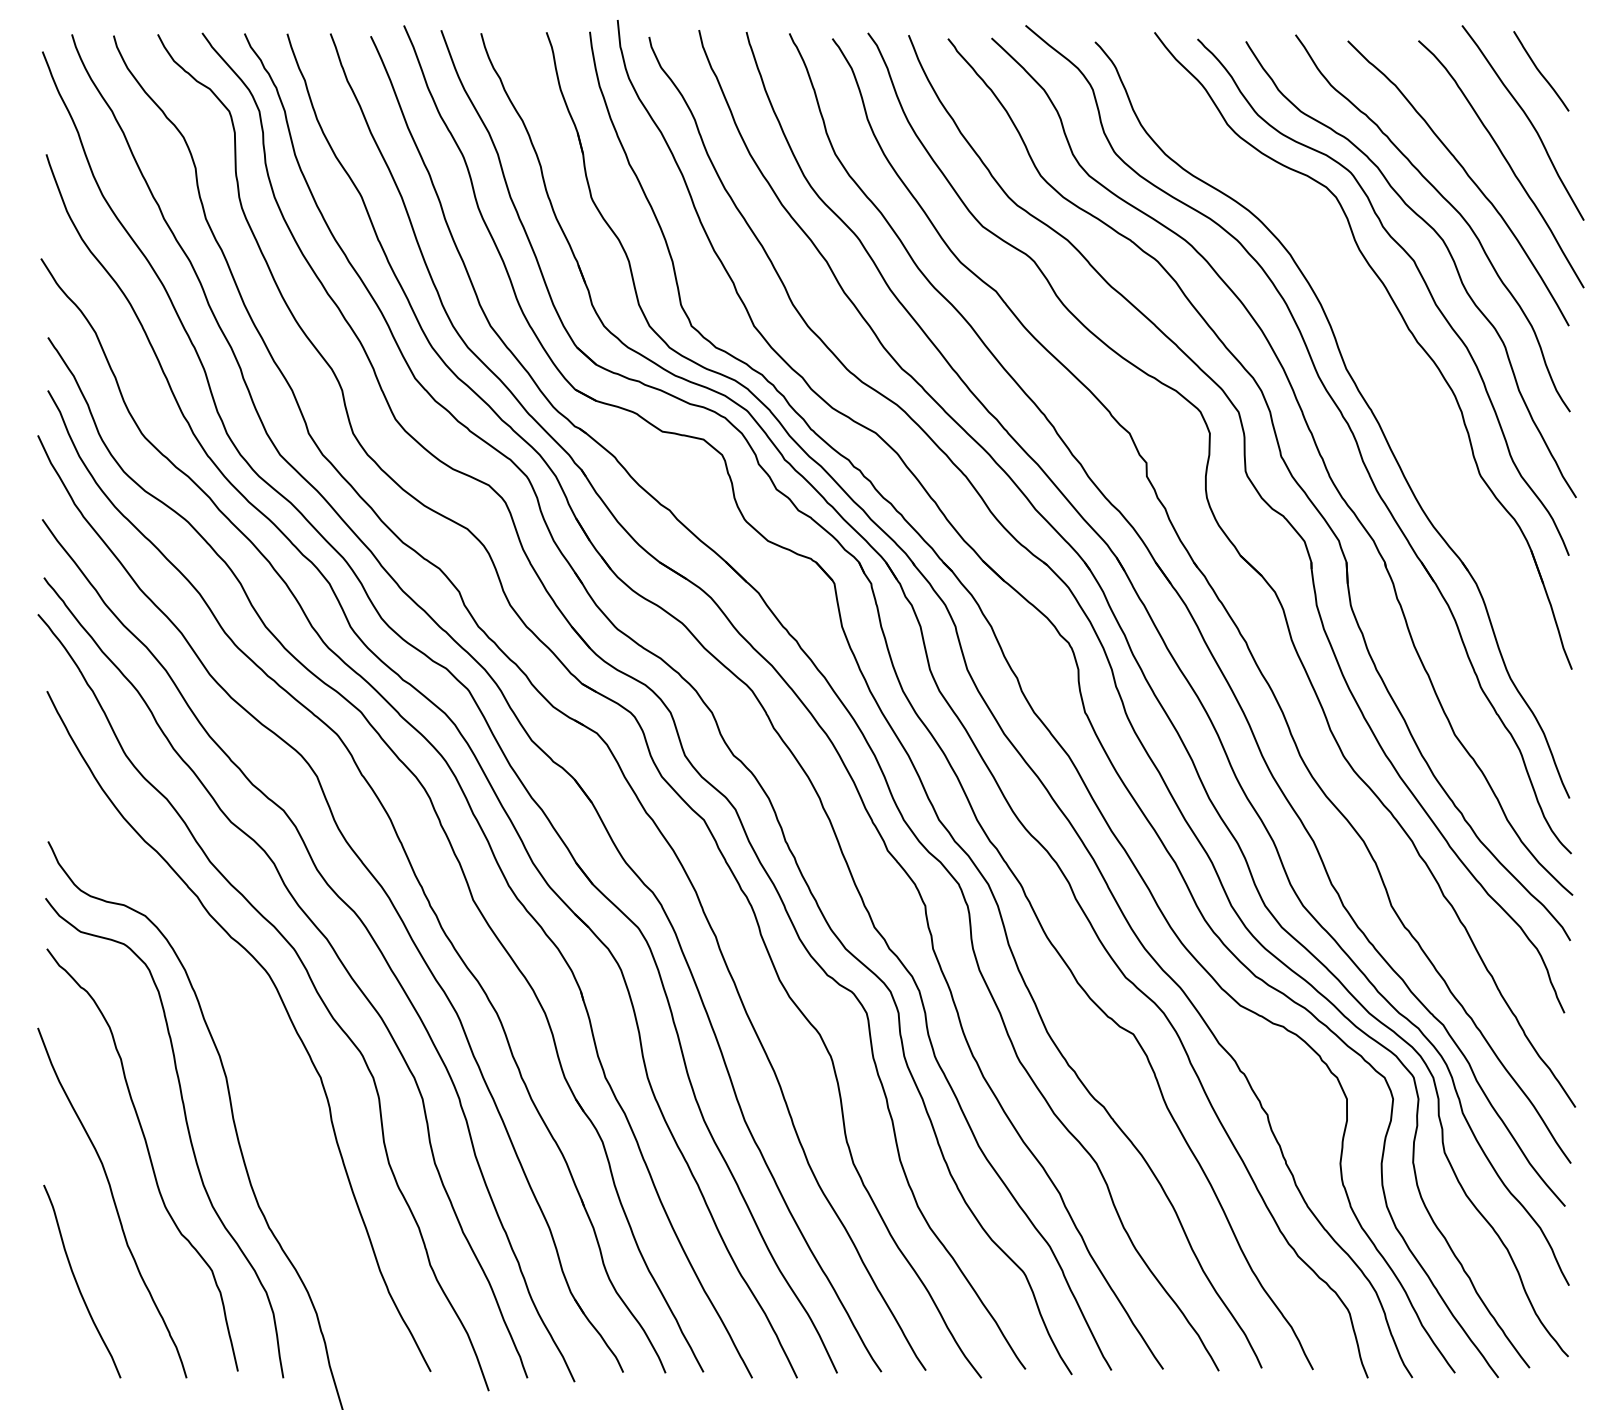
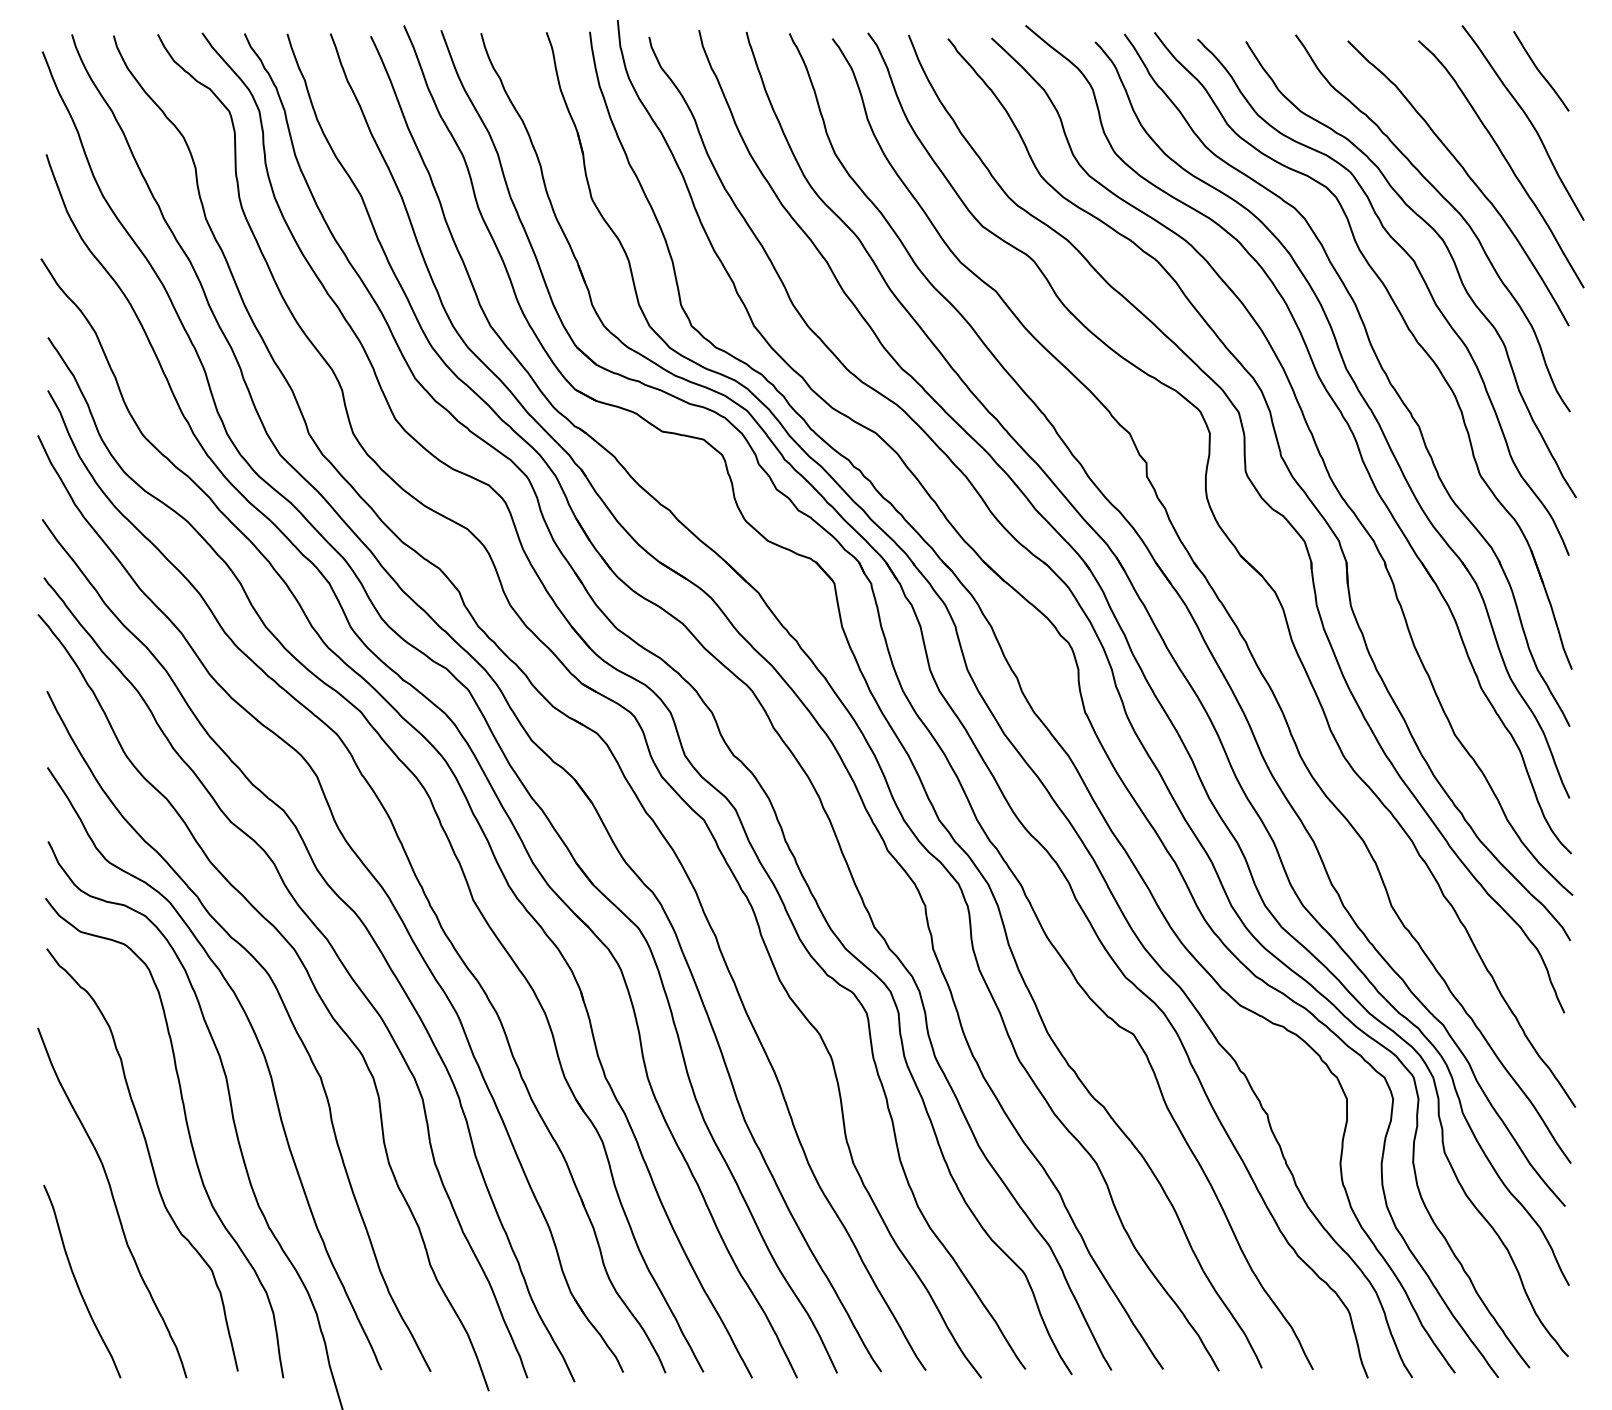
part at (1378, 363): none -> present
curve at (259, 1047): none -> present
